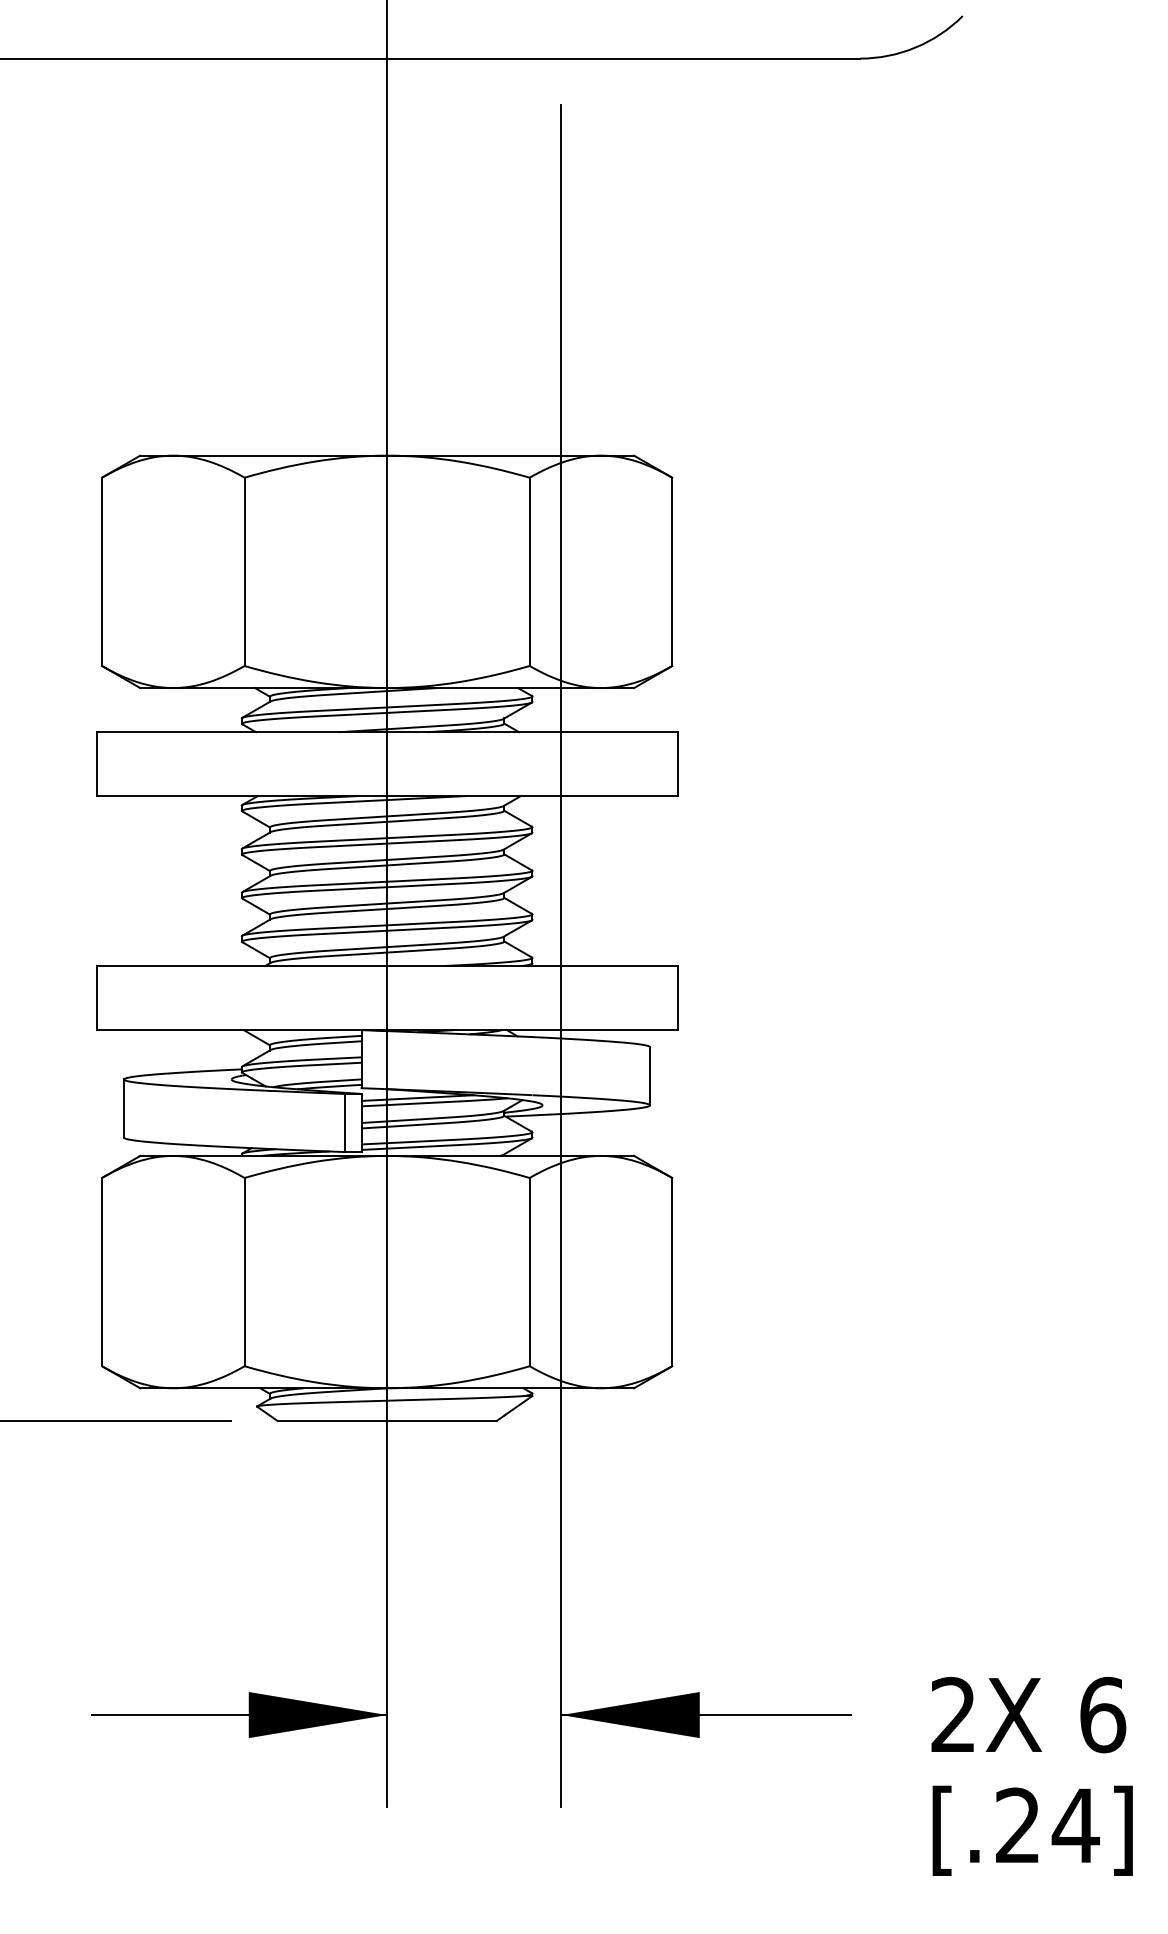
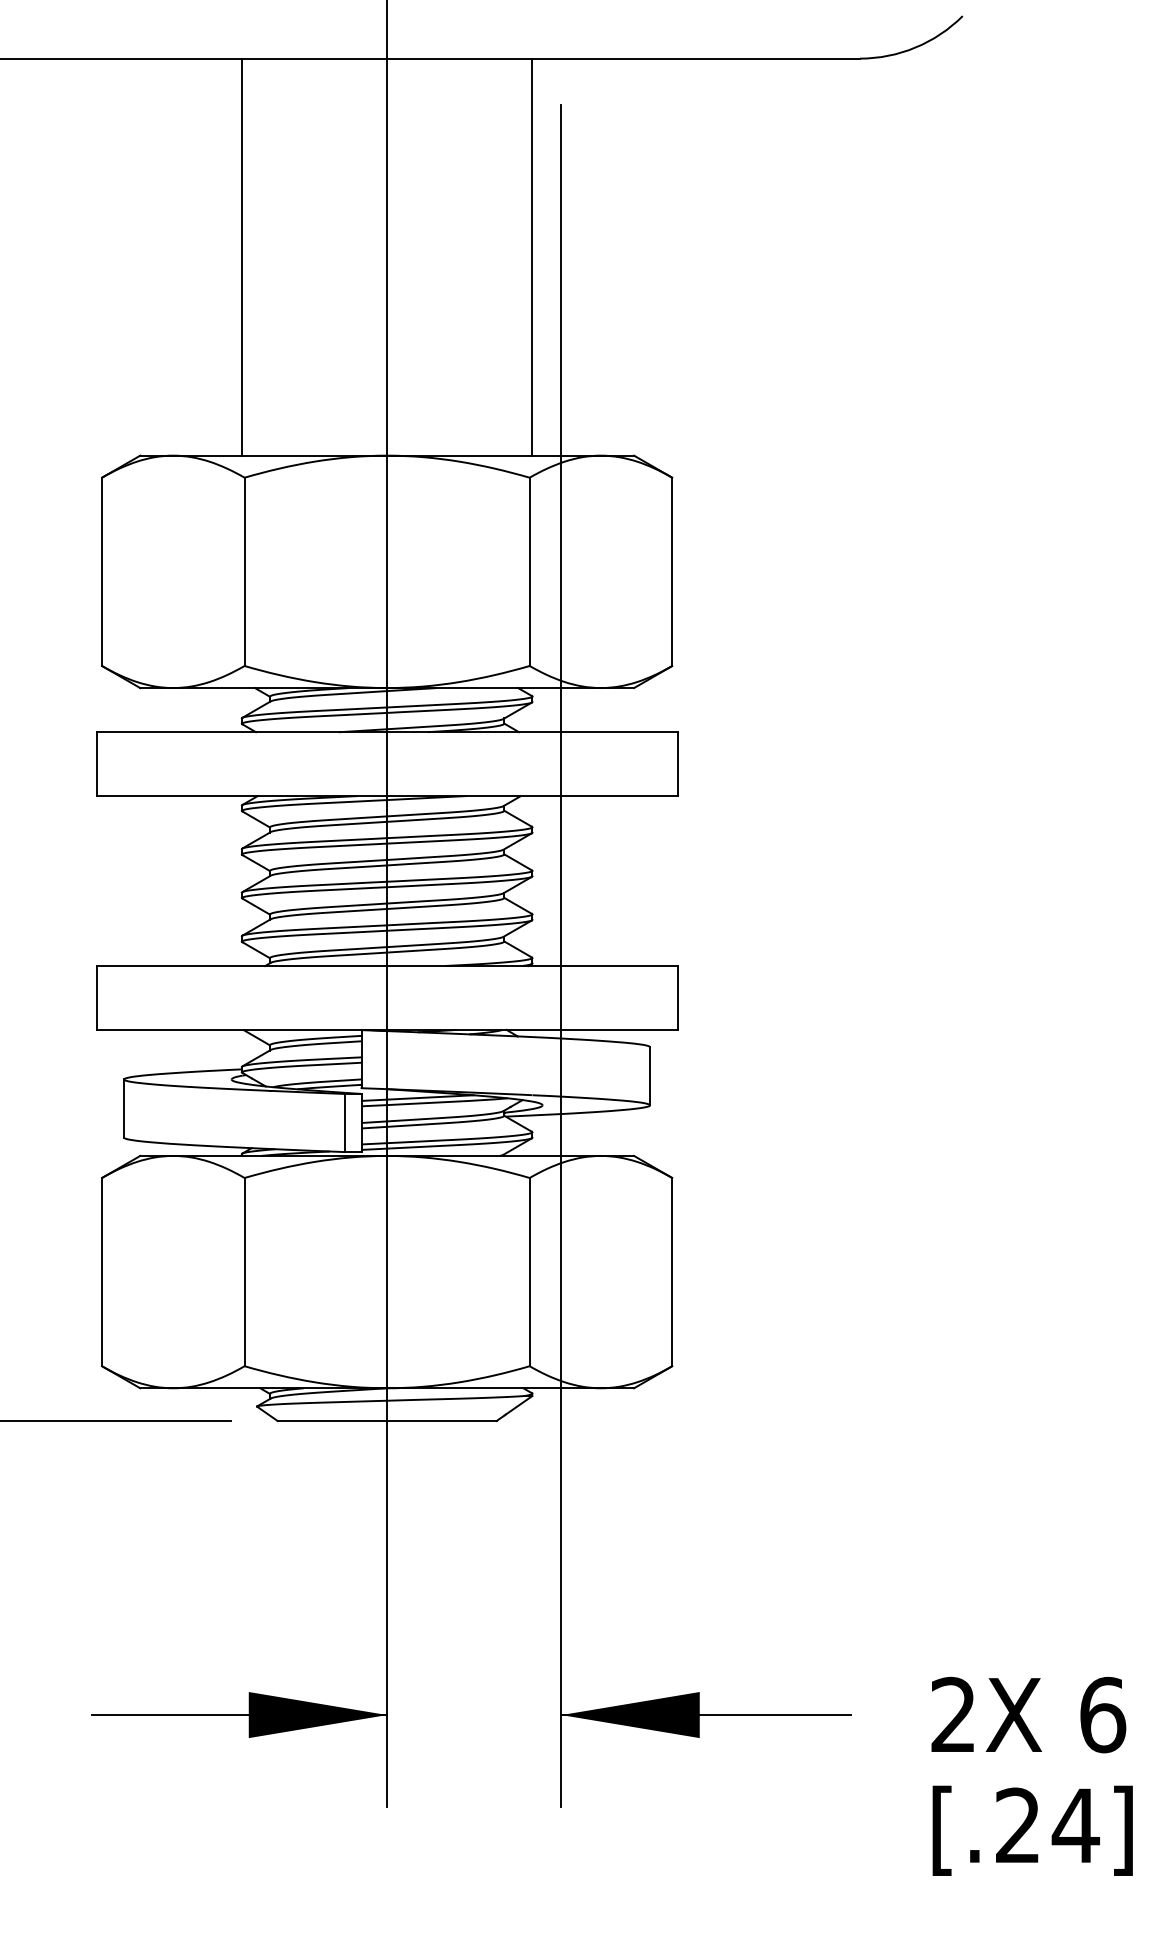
line at (241, 256): none -> present
line at (532, 256): none -> present
